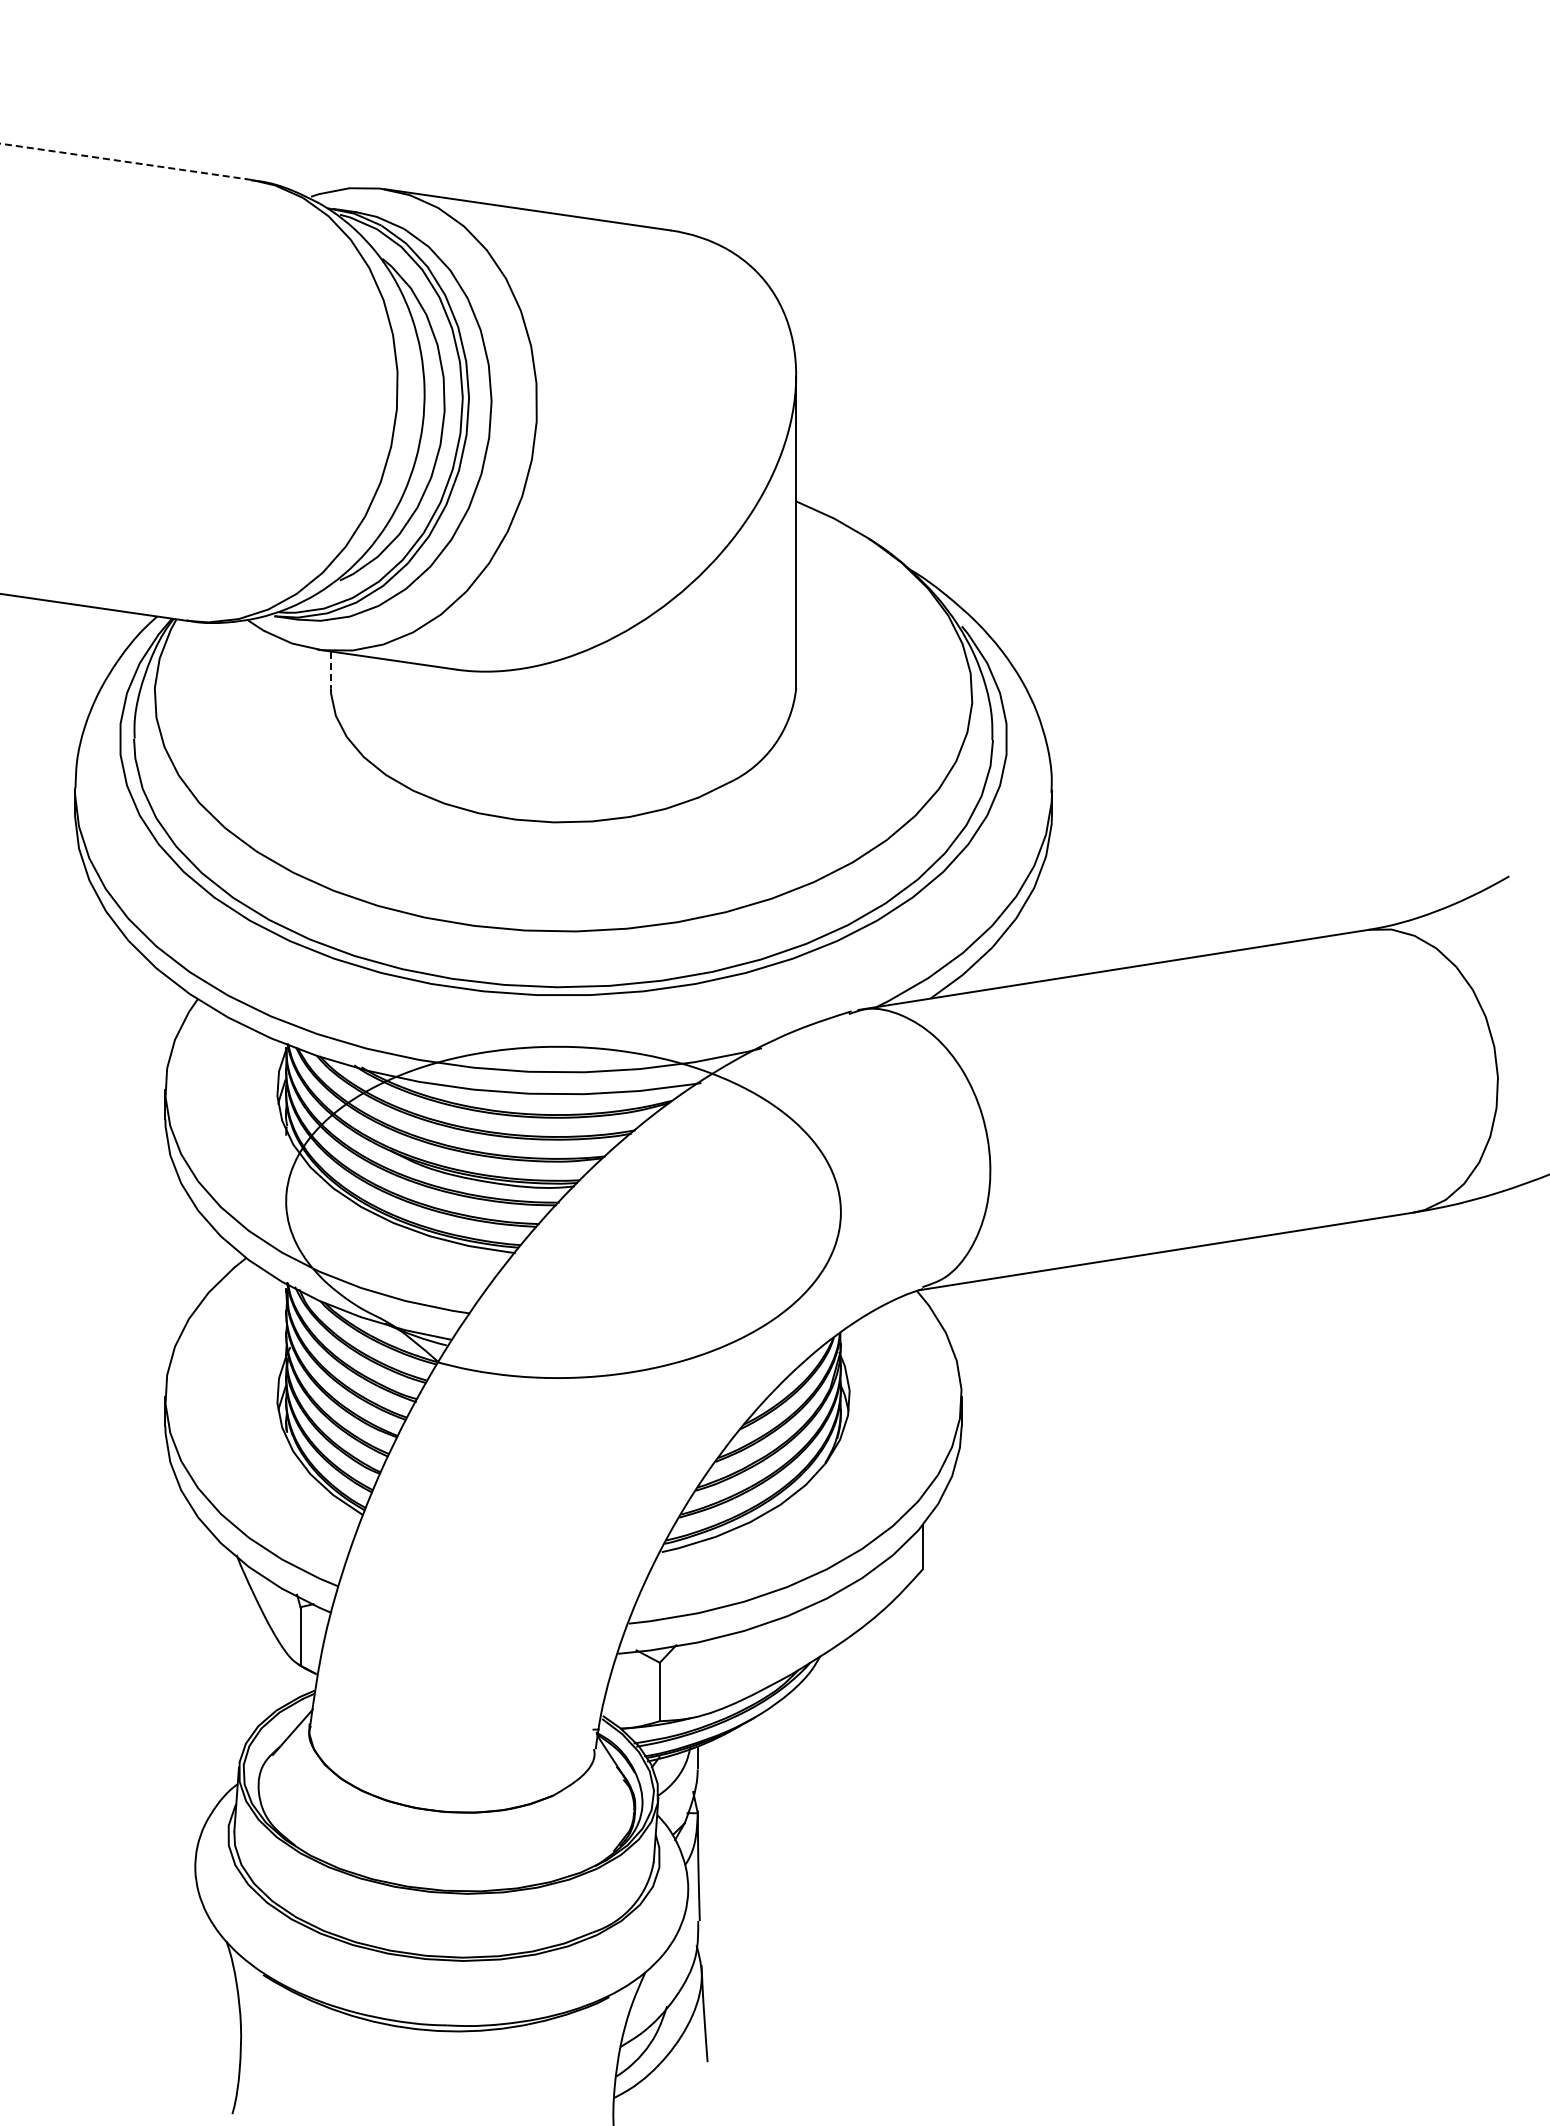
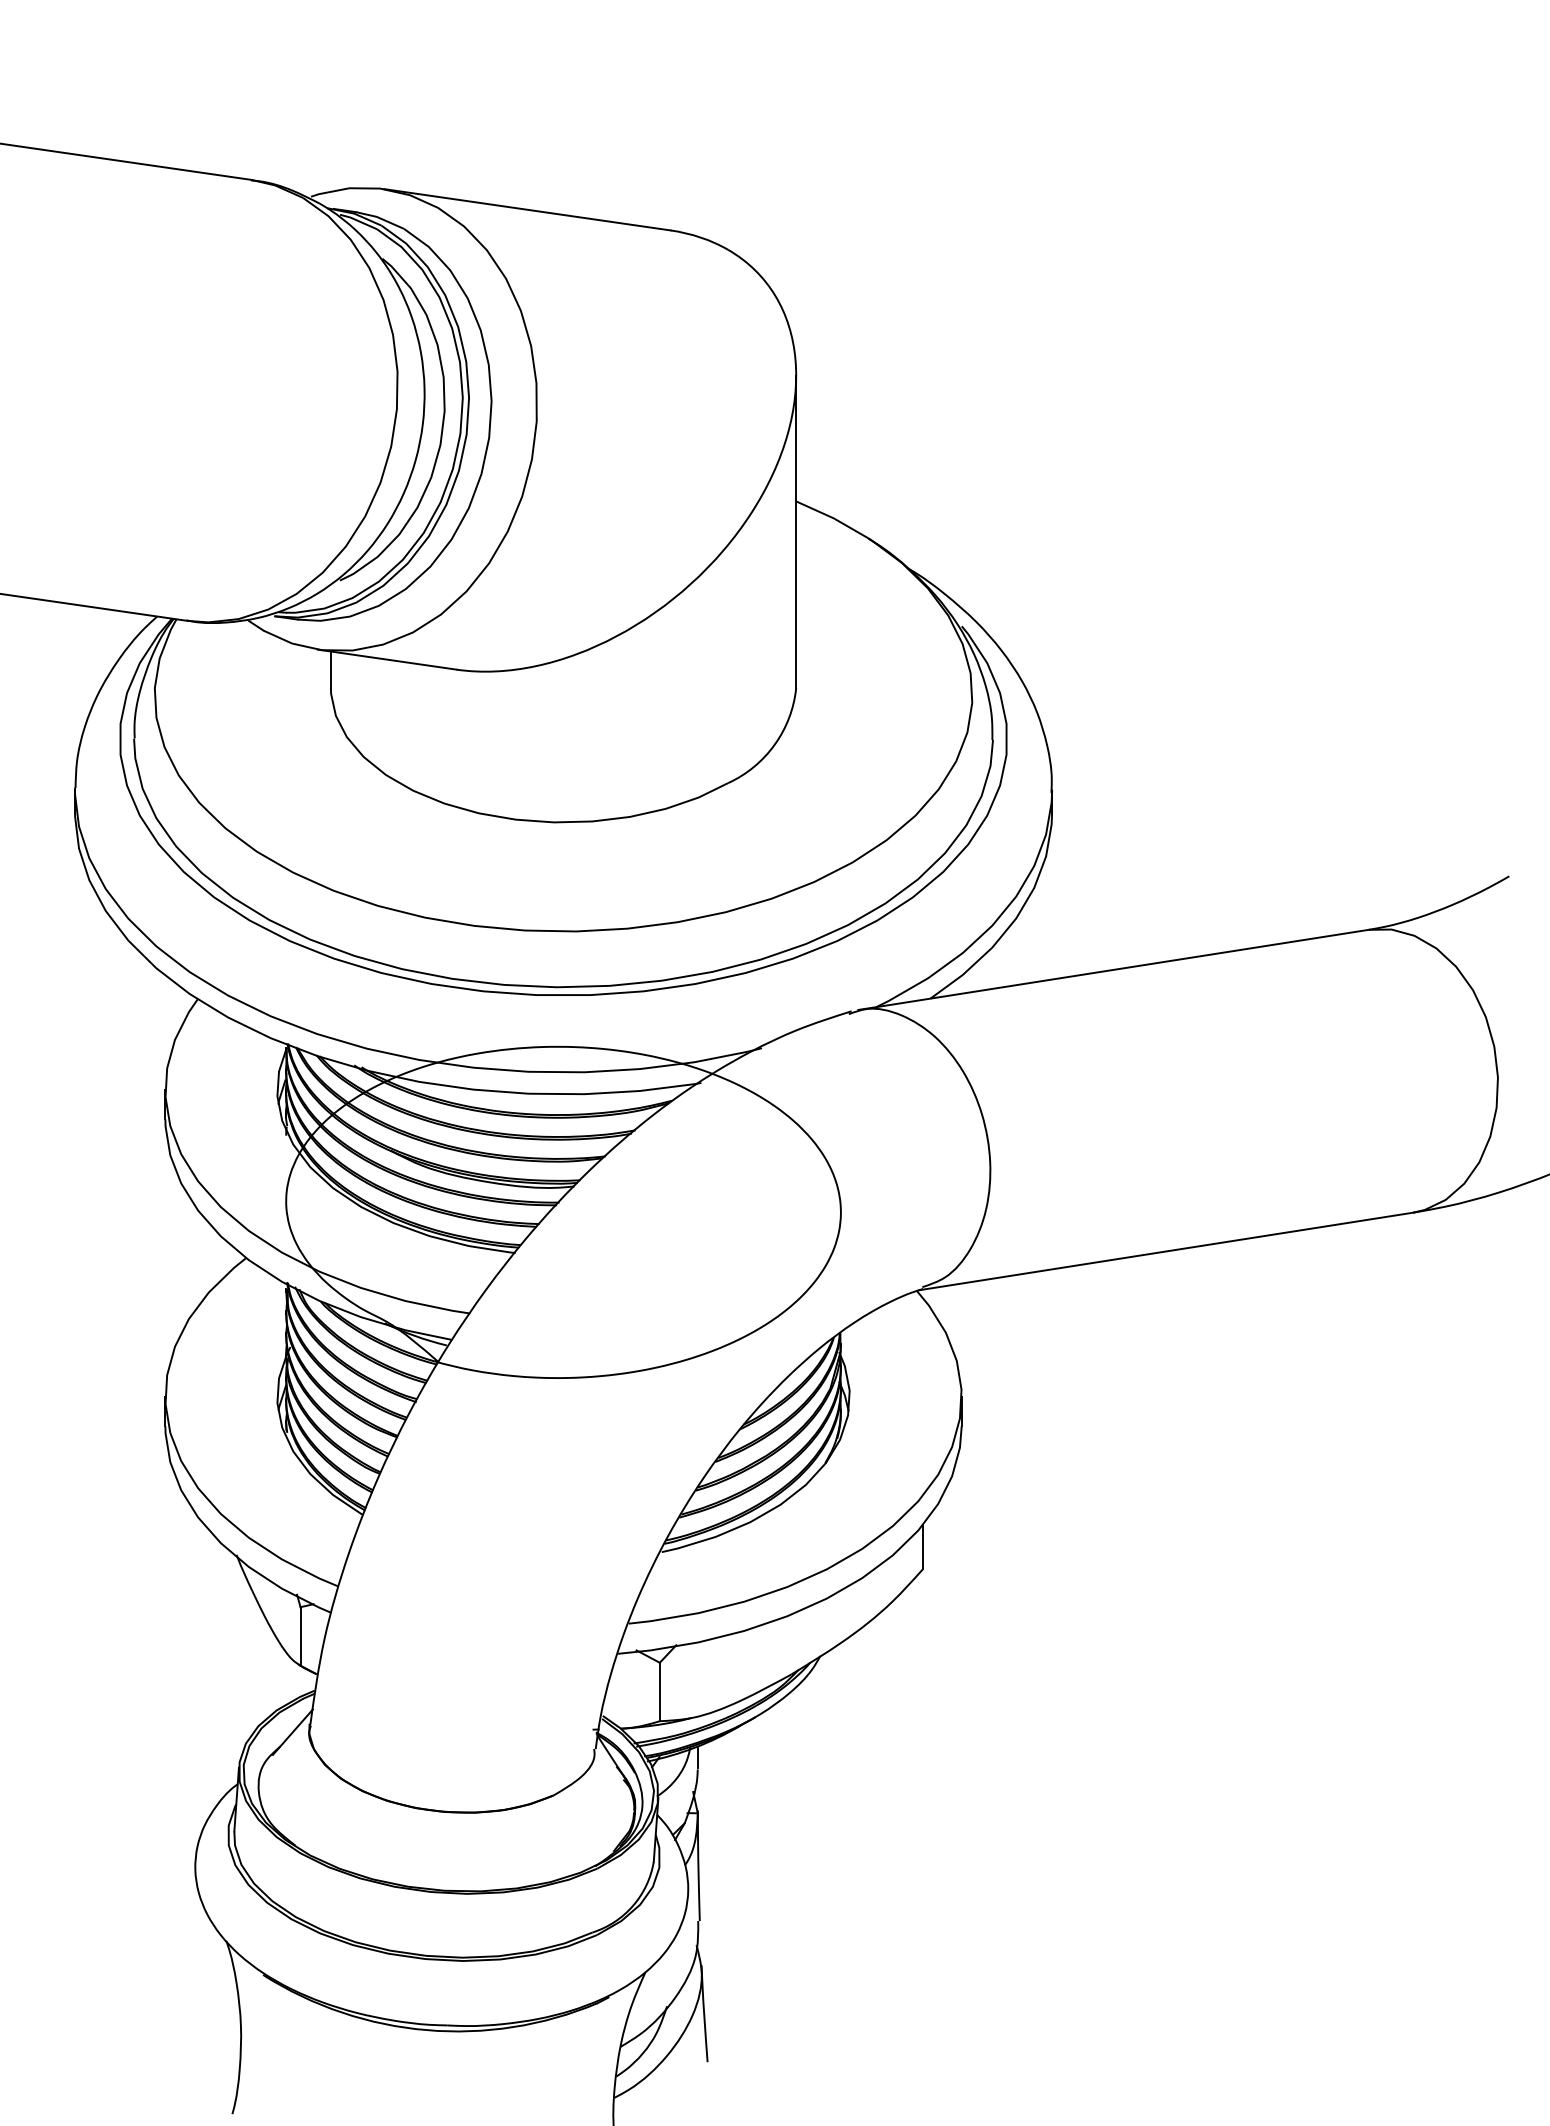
line at (125, 161): dashed -> solid
line at (330, 670): dashed -> solid
